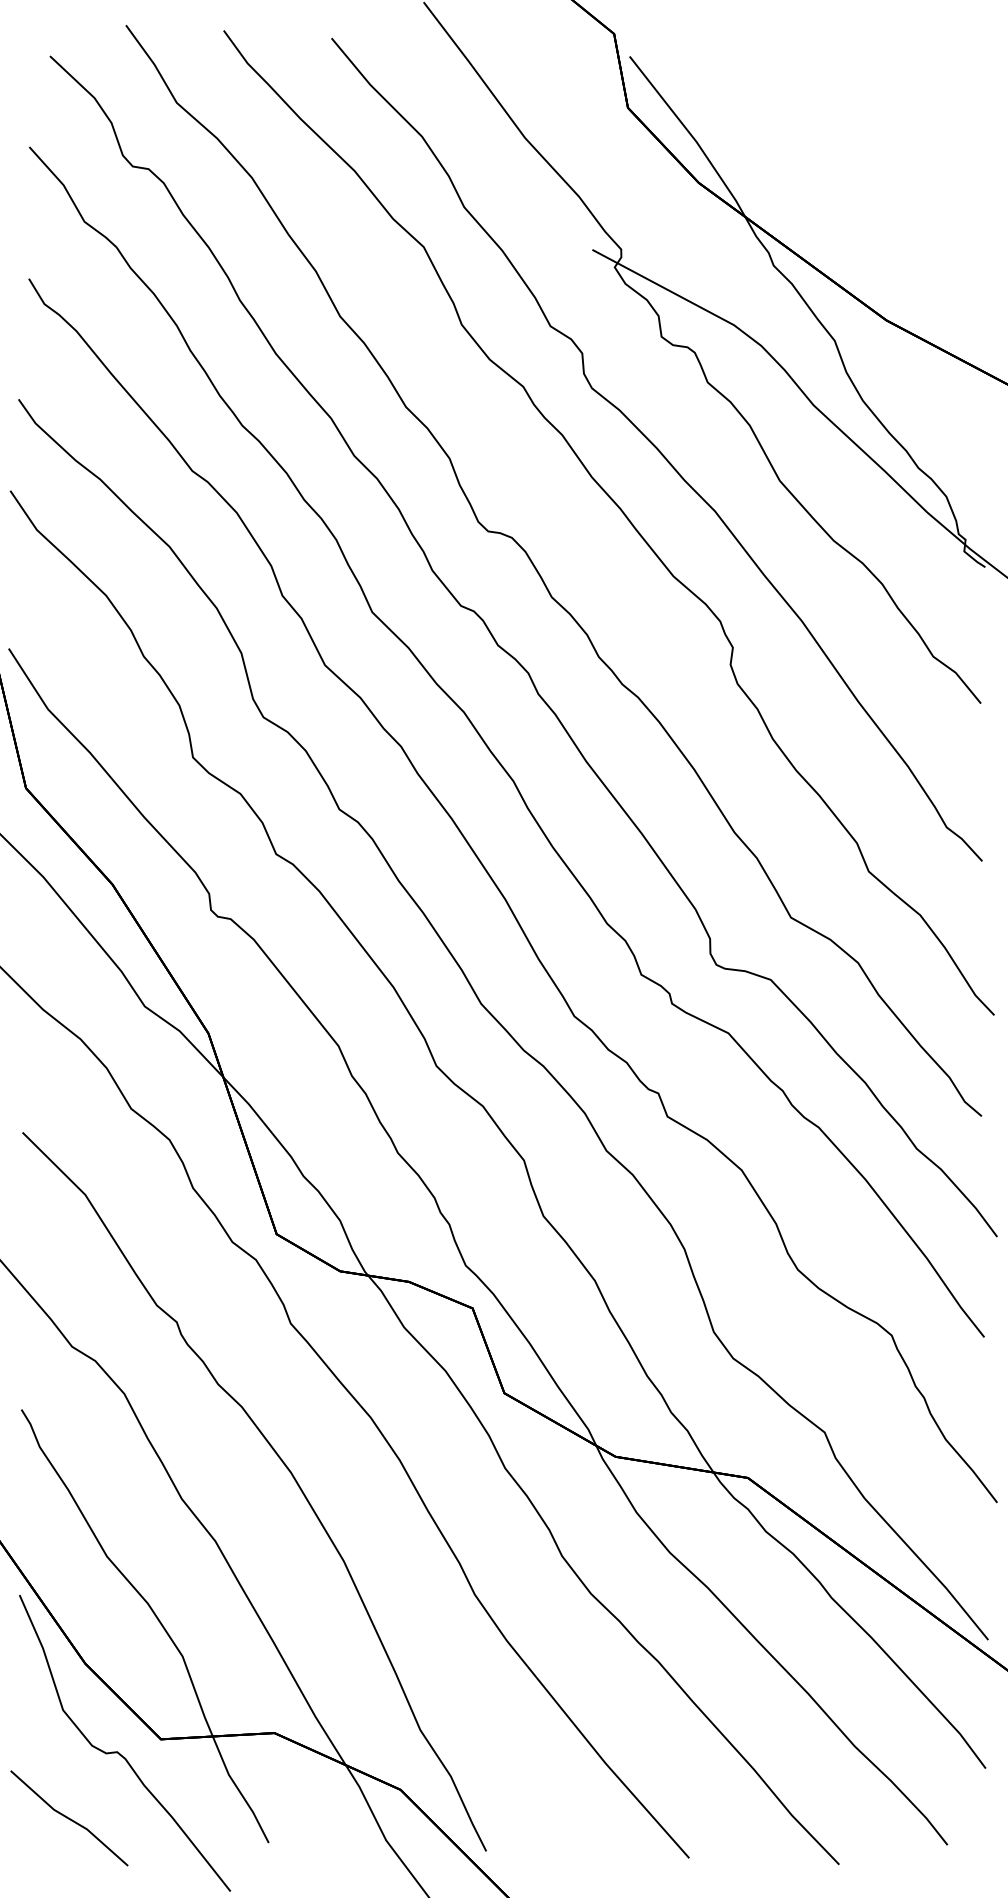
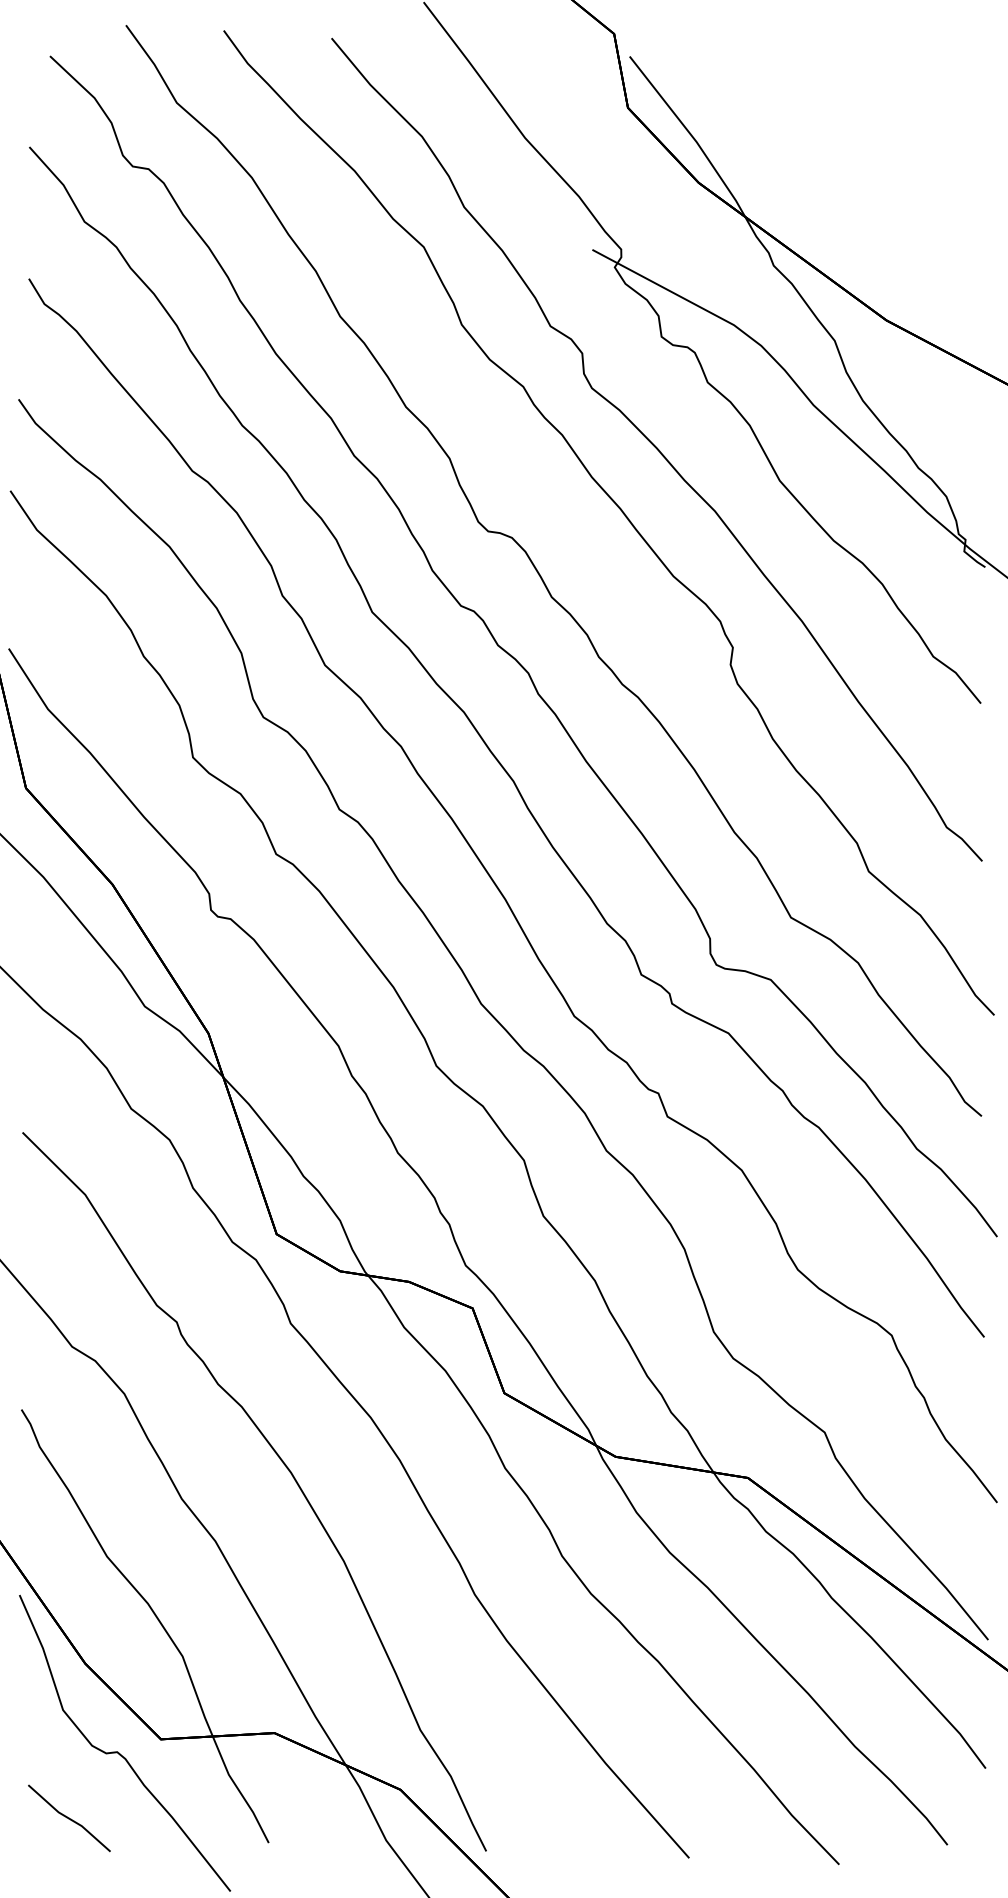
part at (69, 1818) size: 119x97 px -> 83x69 px
